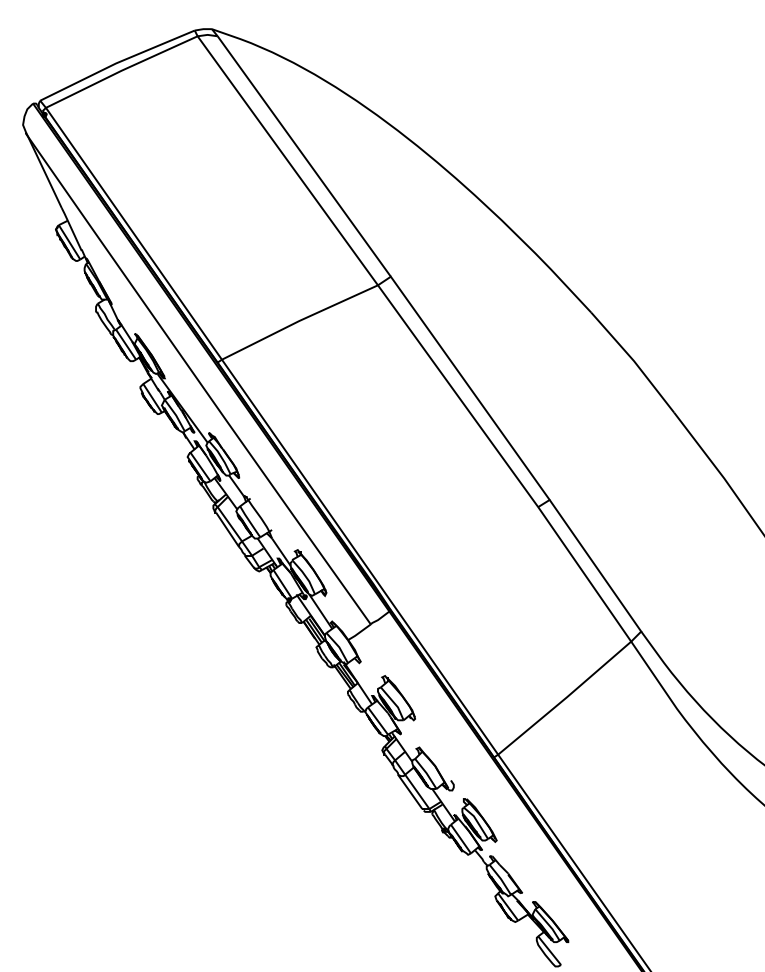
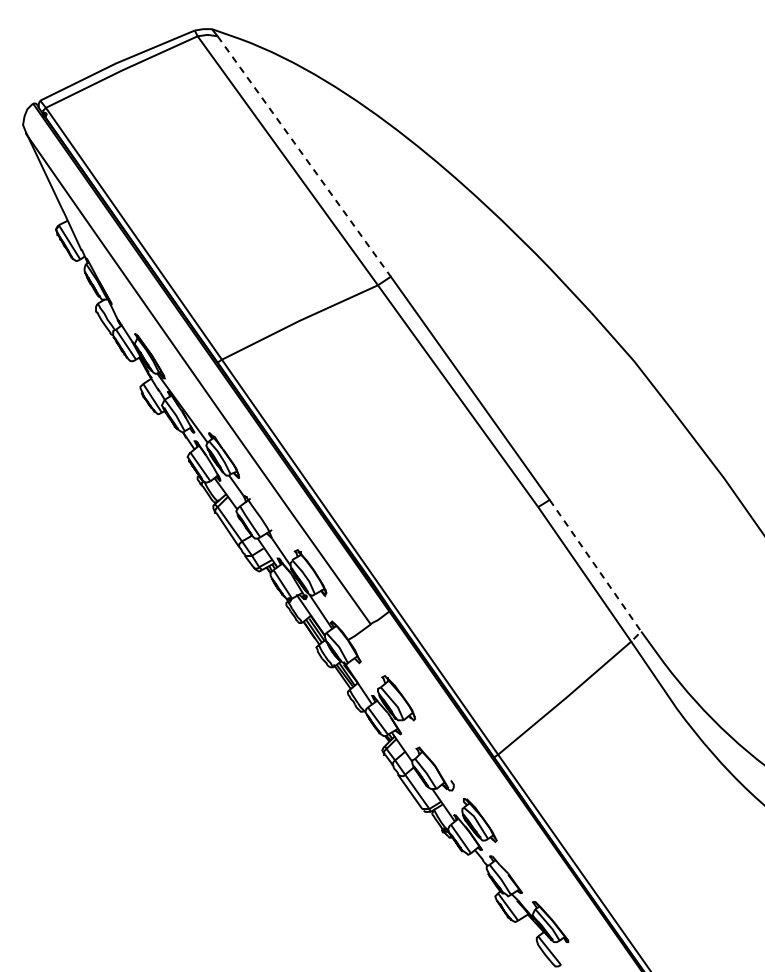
line at (304, 156): solid -> dashed
line at (600, 572): solid -> dashed
